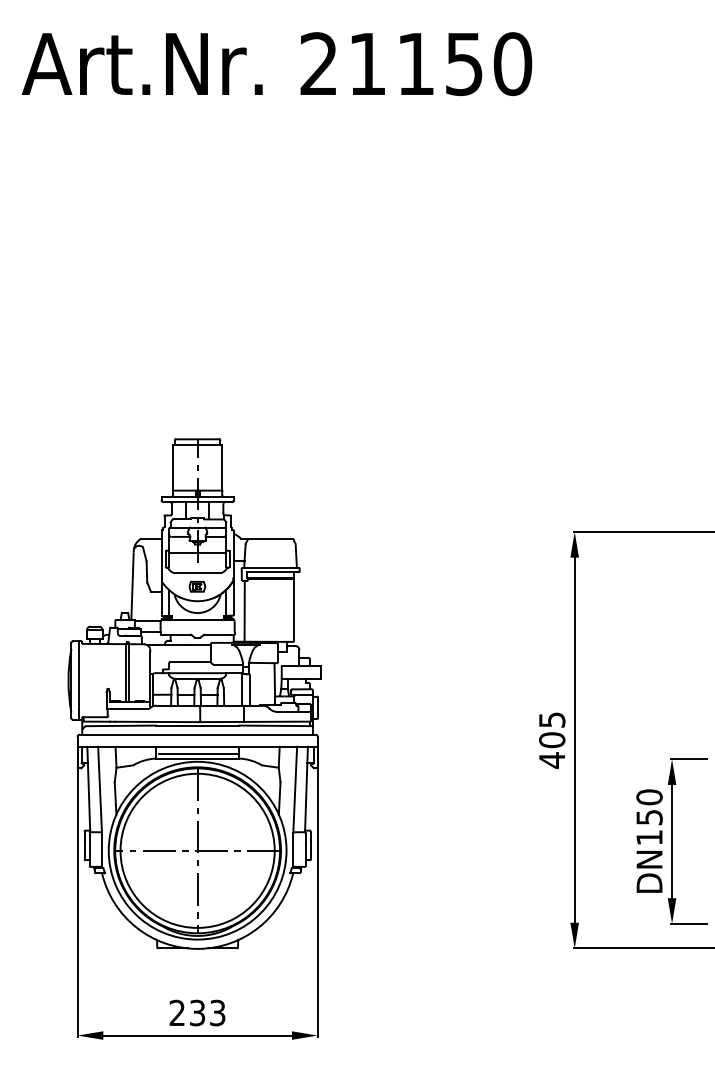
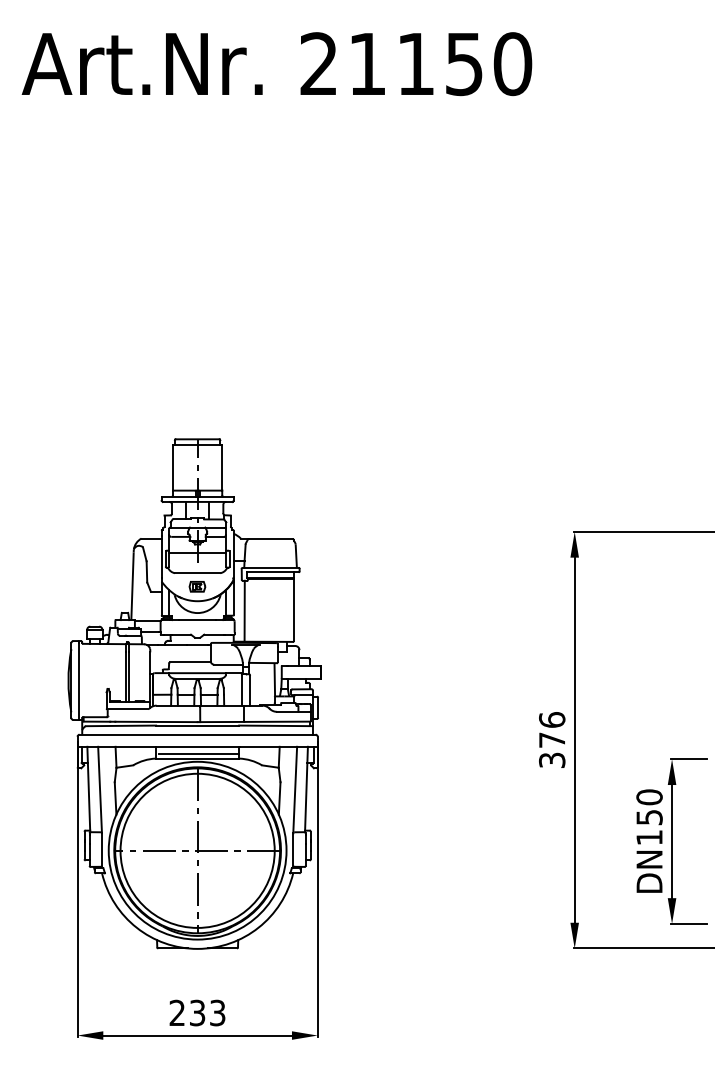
text at (552, 740): 405 -> 376
